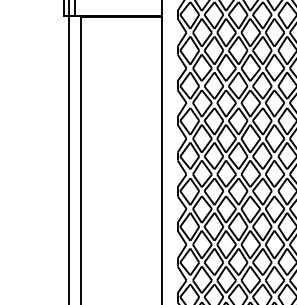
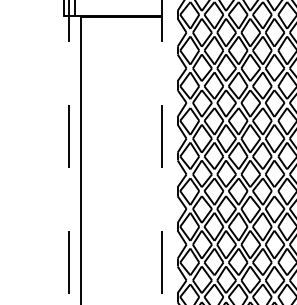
line at (69, 152): solid -> dashed
line at (162, 152): solid -> dashed
